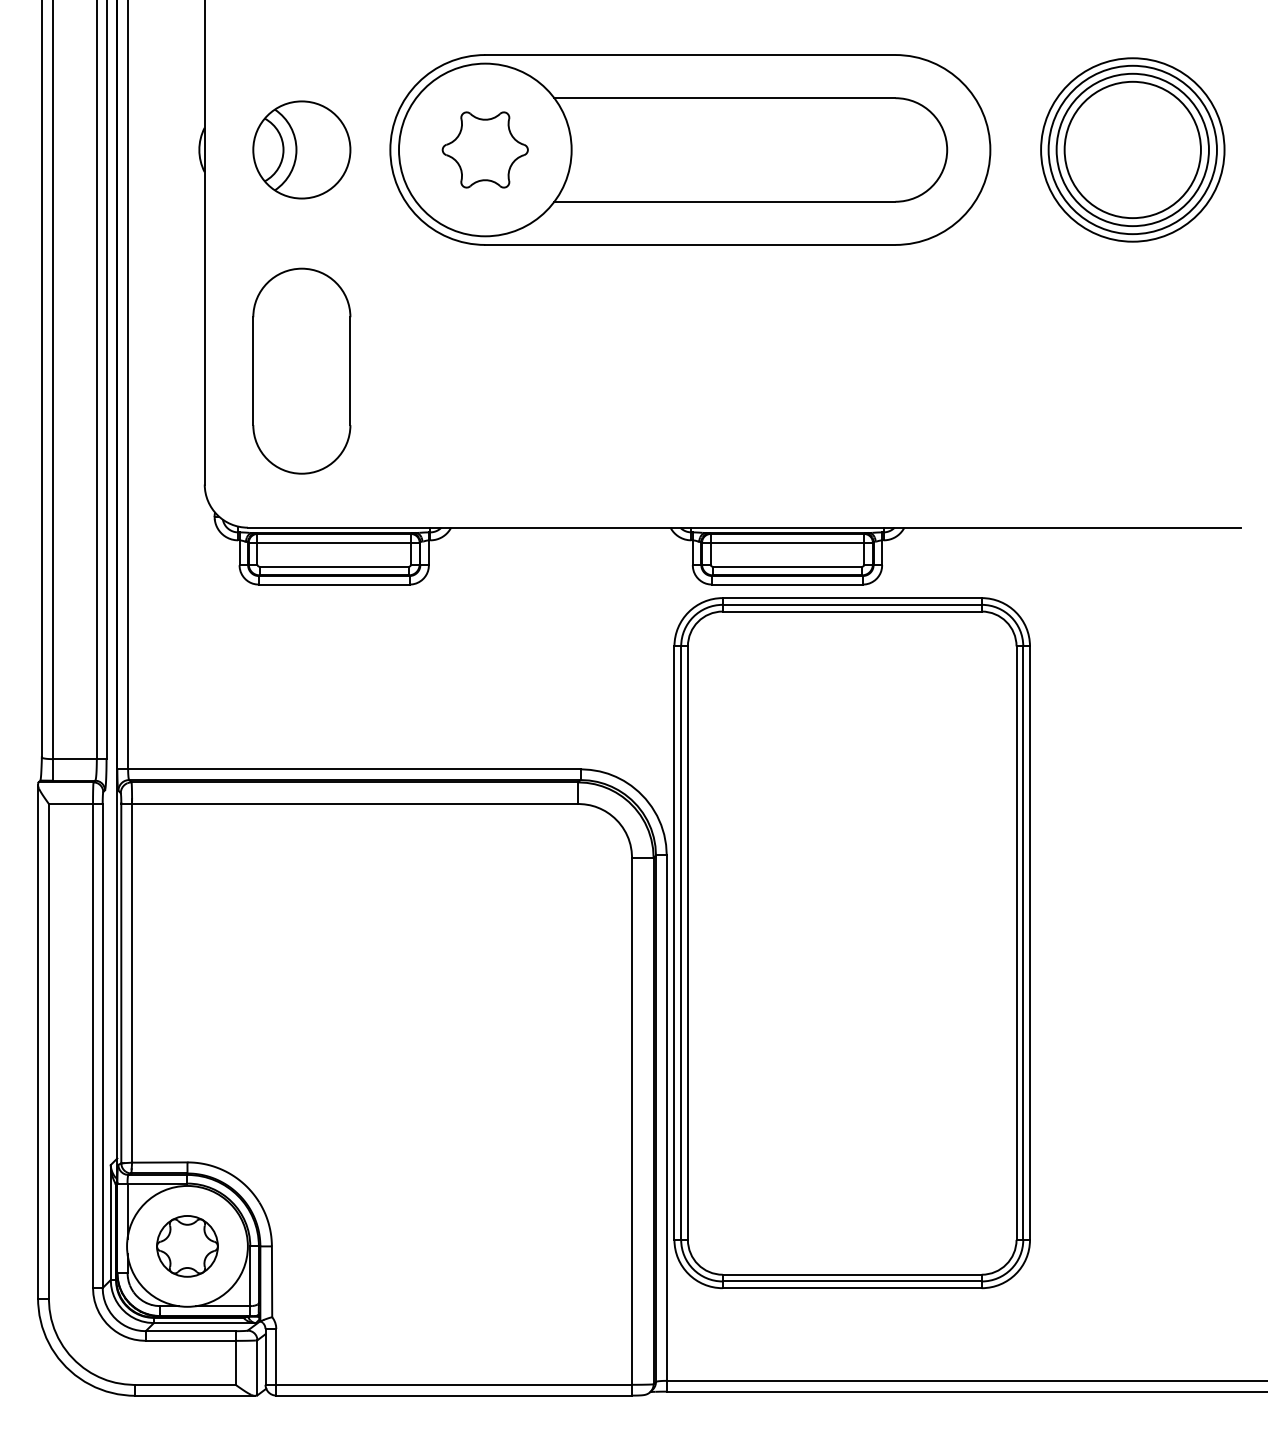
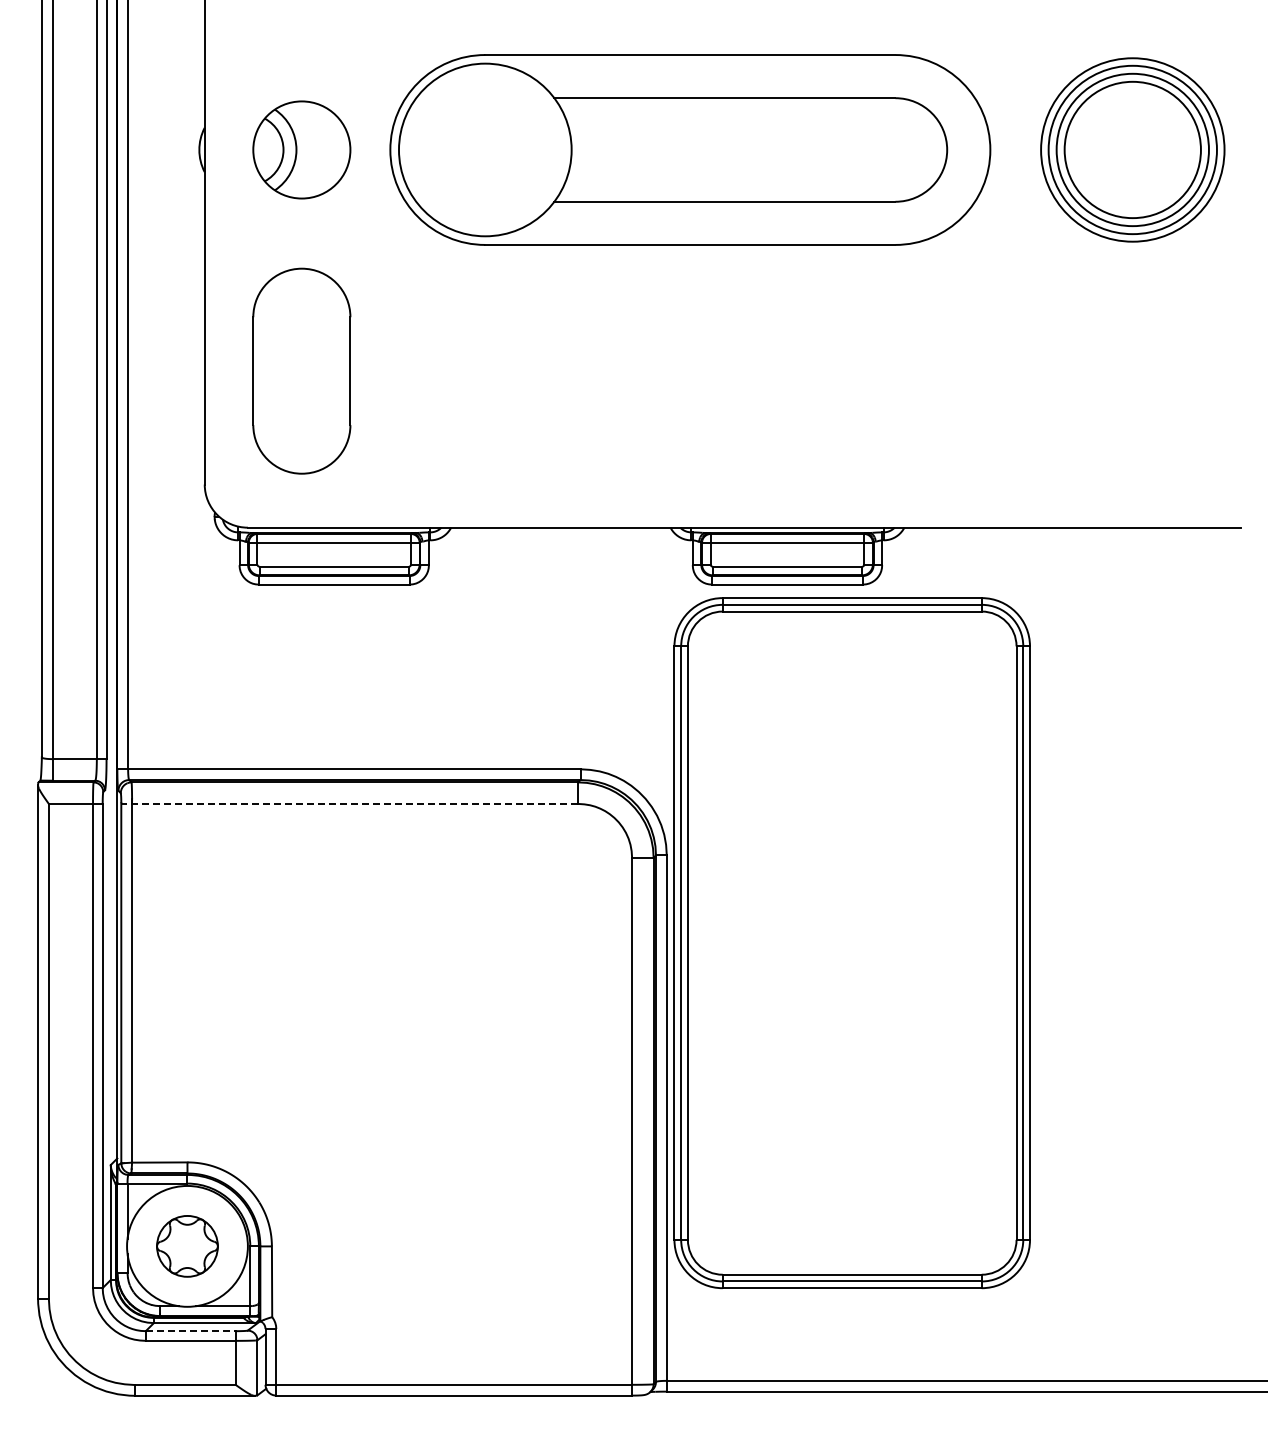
part at (484, 149): present -> none
line at (349, 803): solid -> dashed
line at (191, 1331): solid -> dashed
